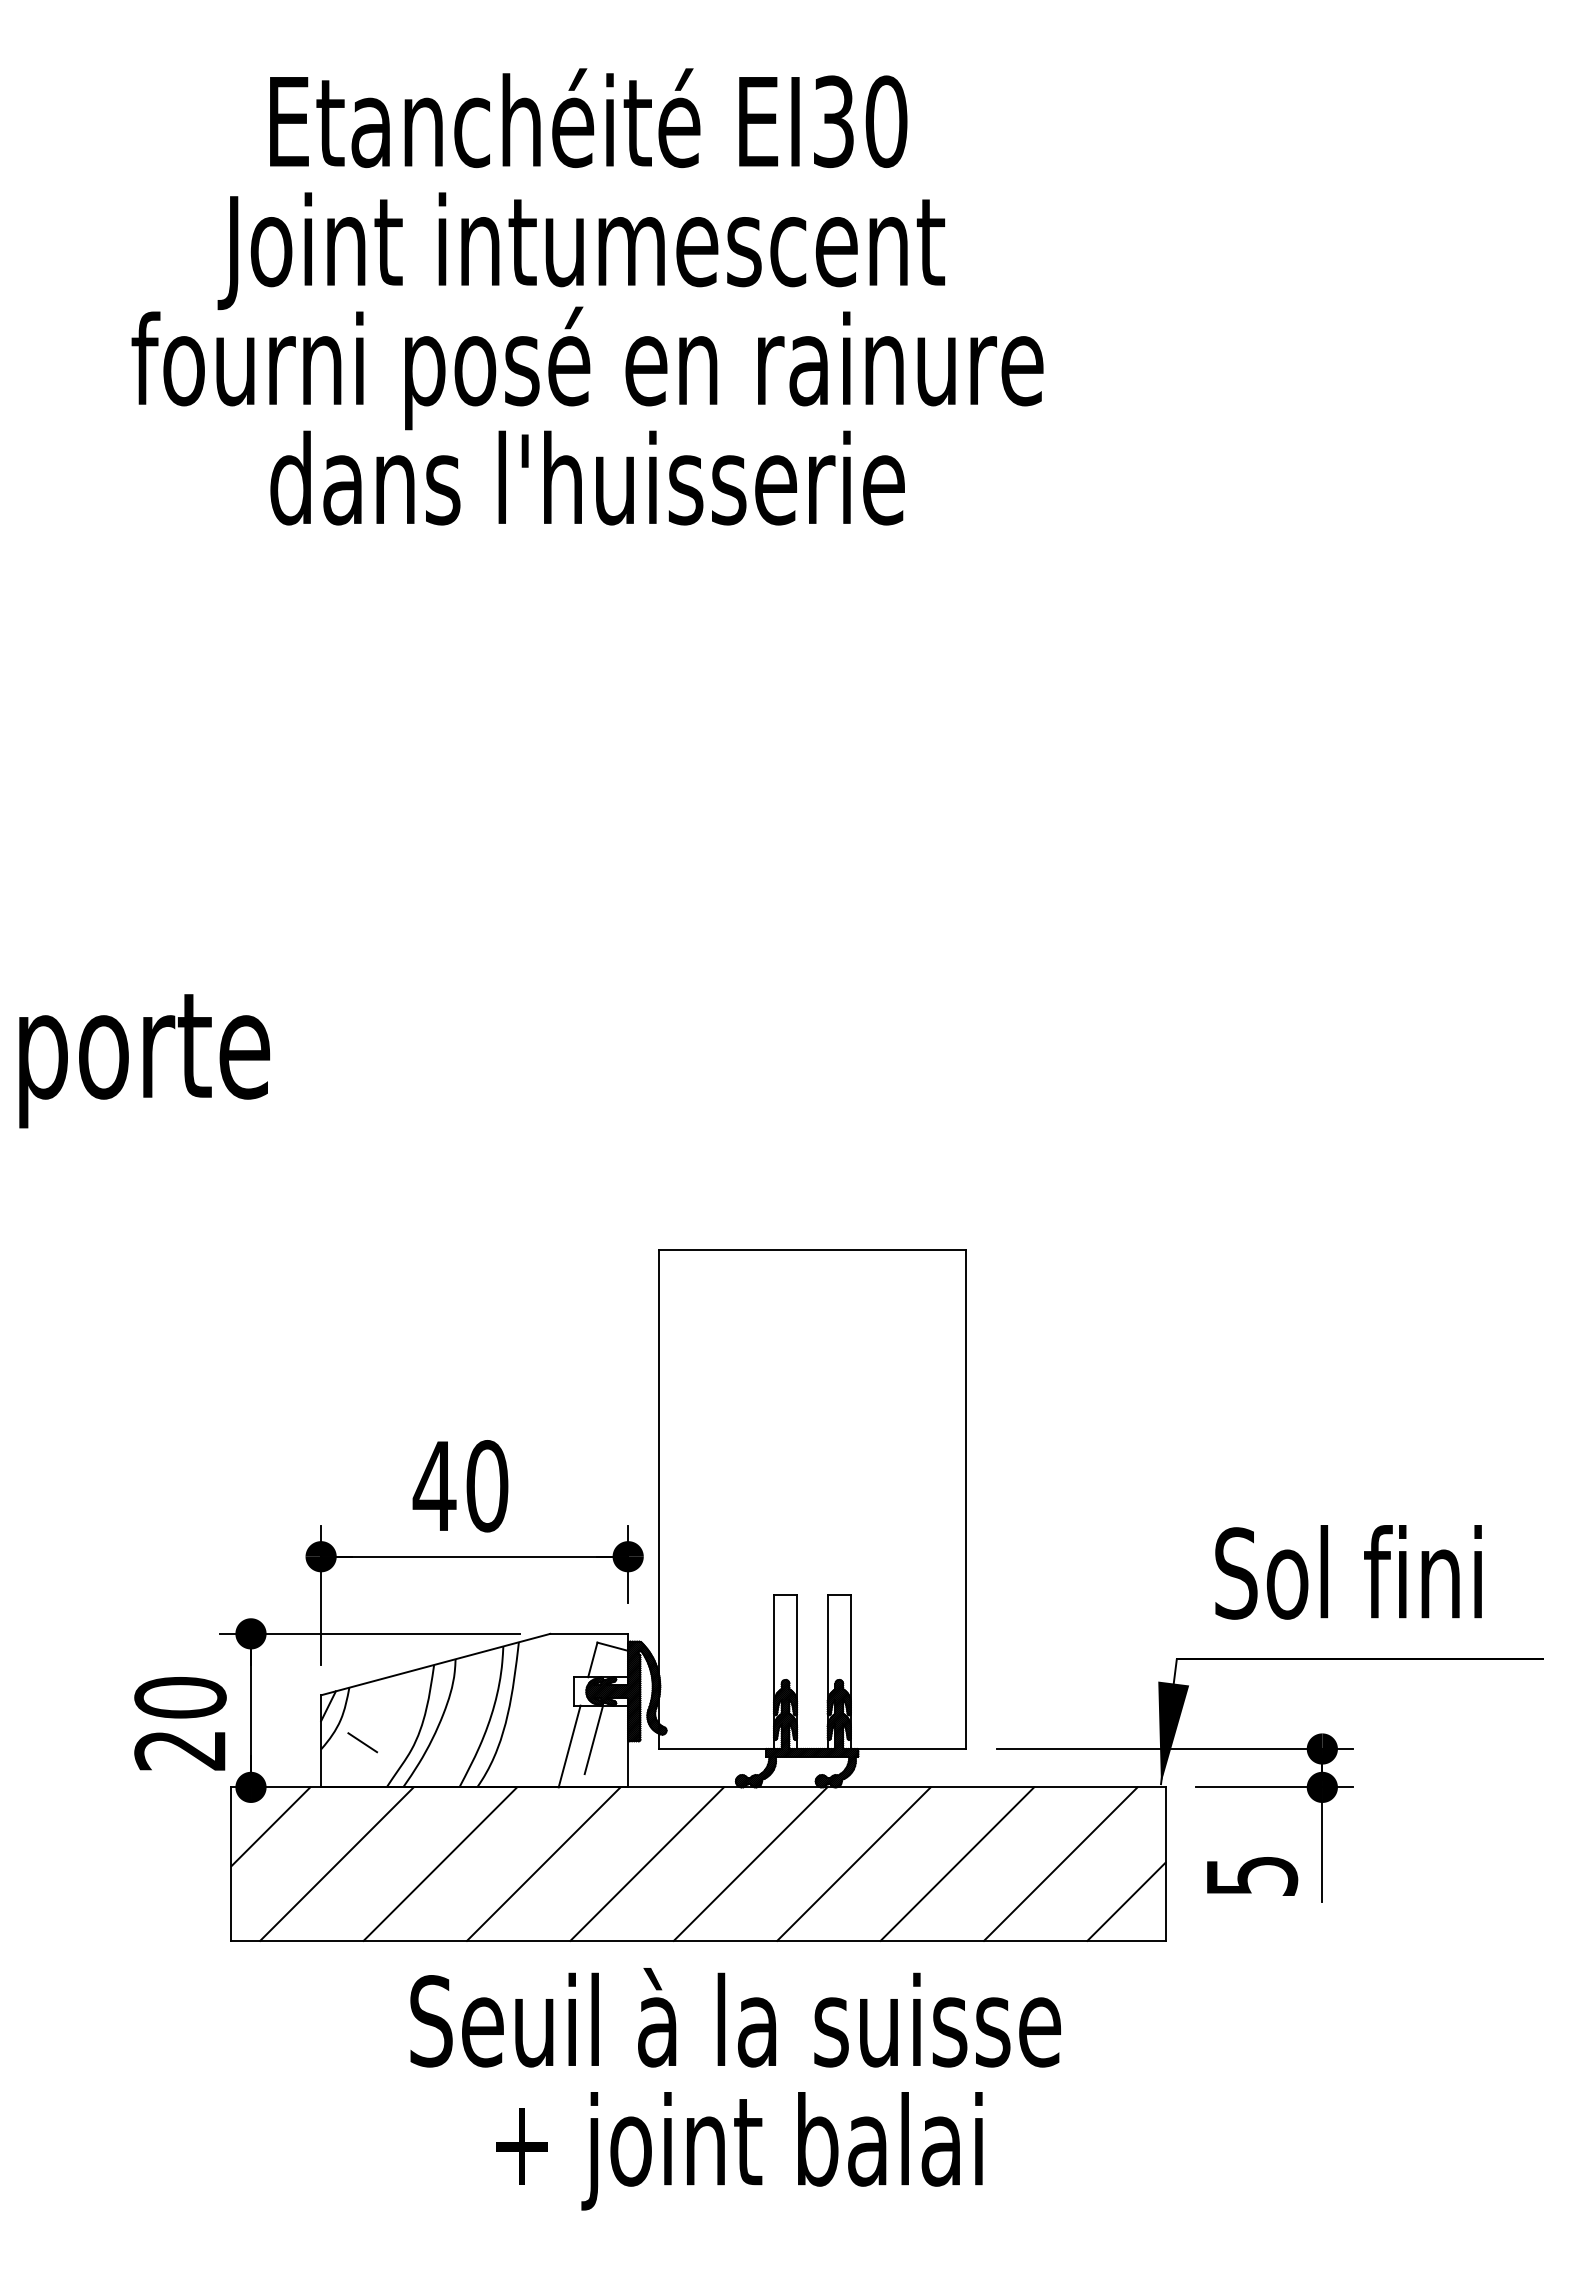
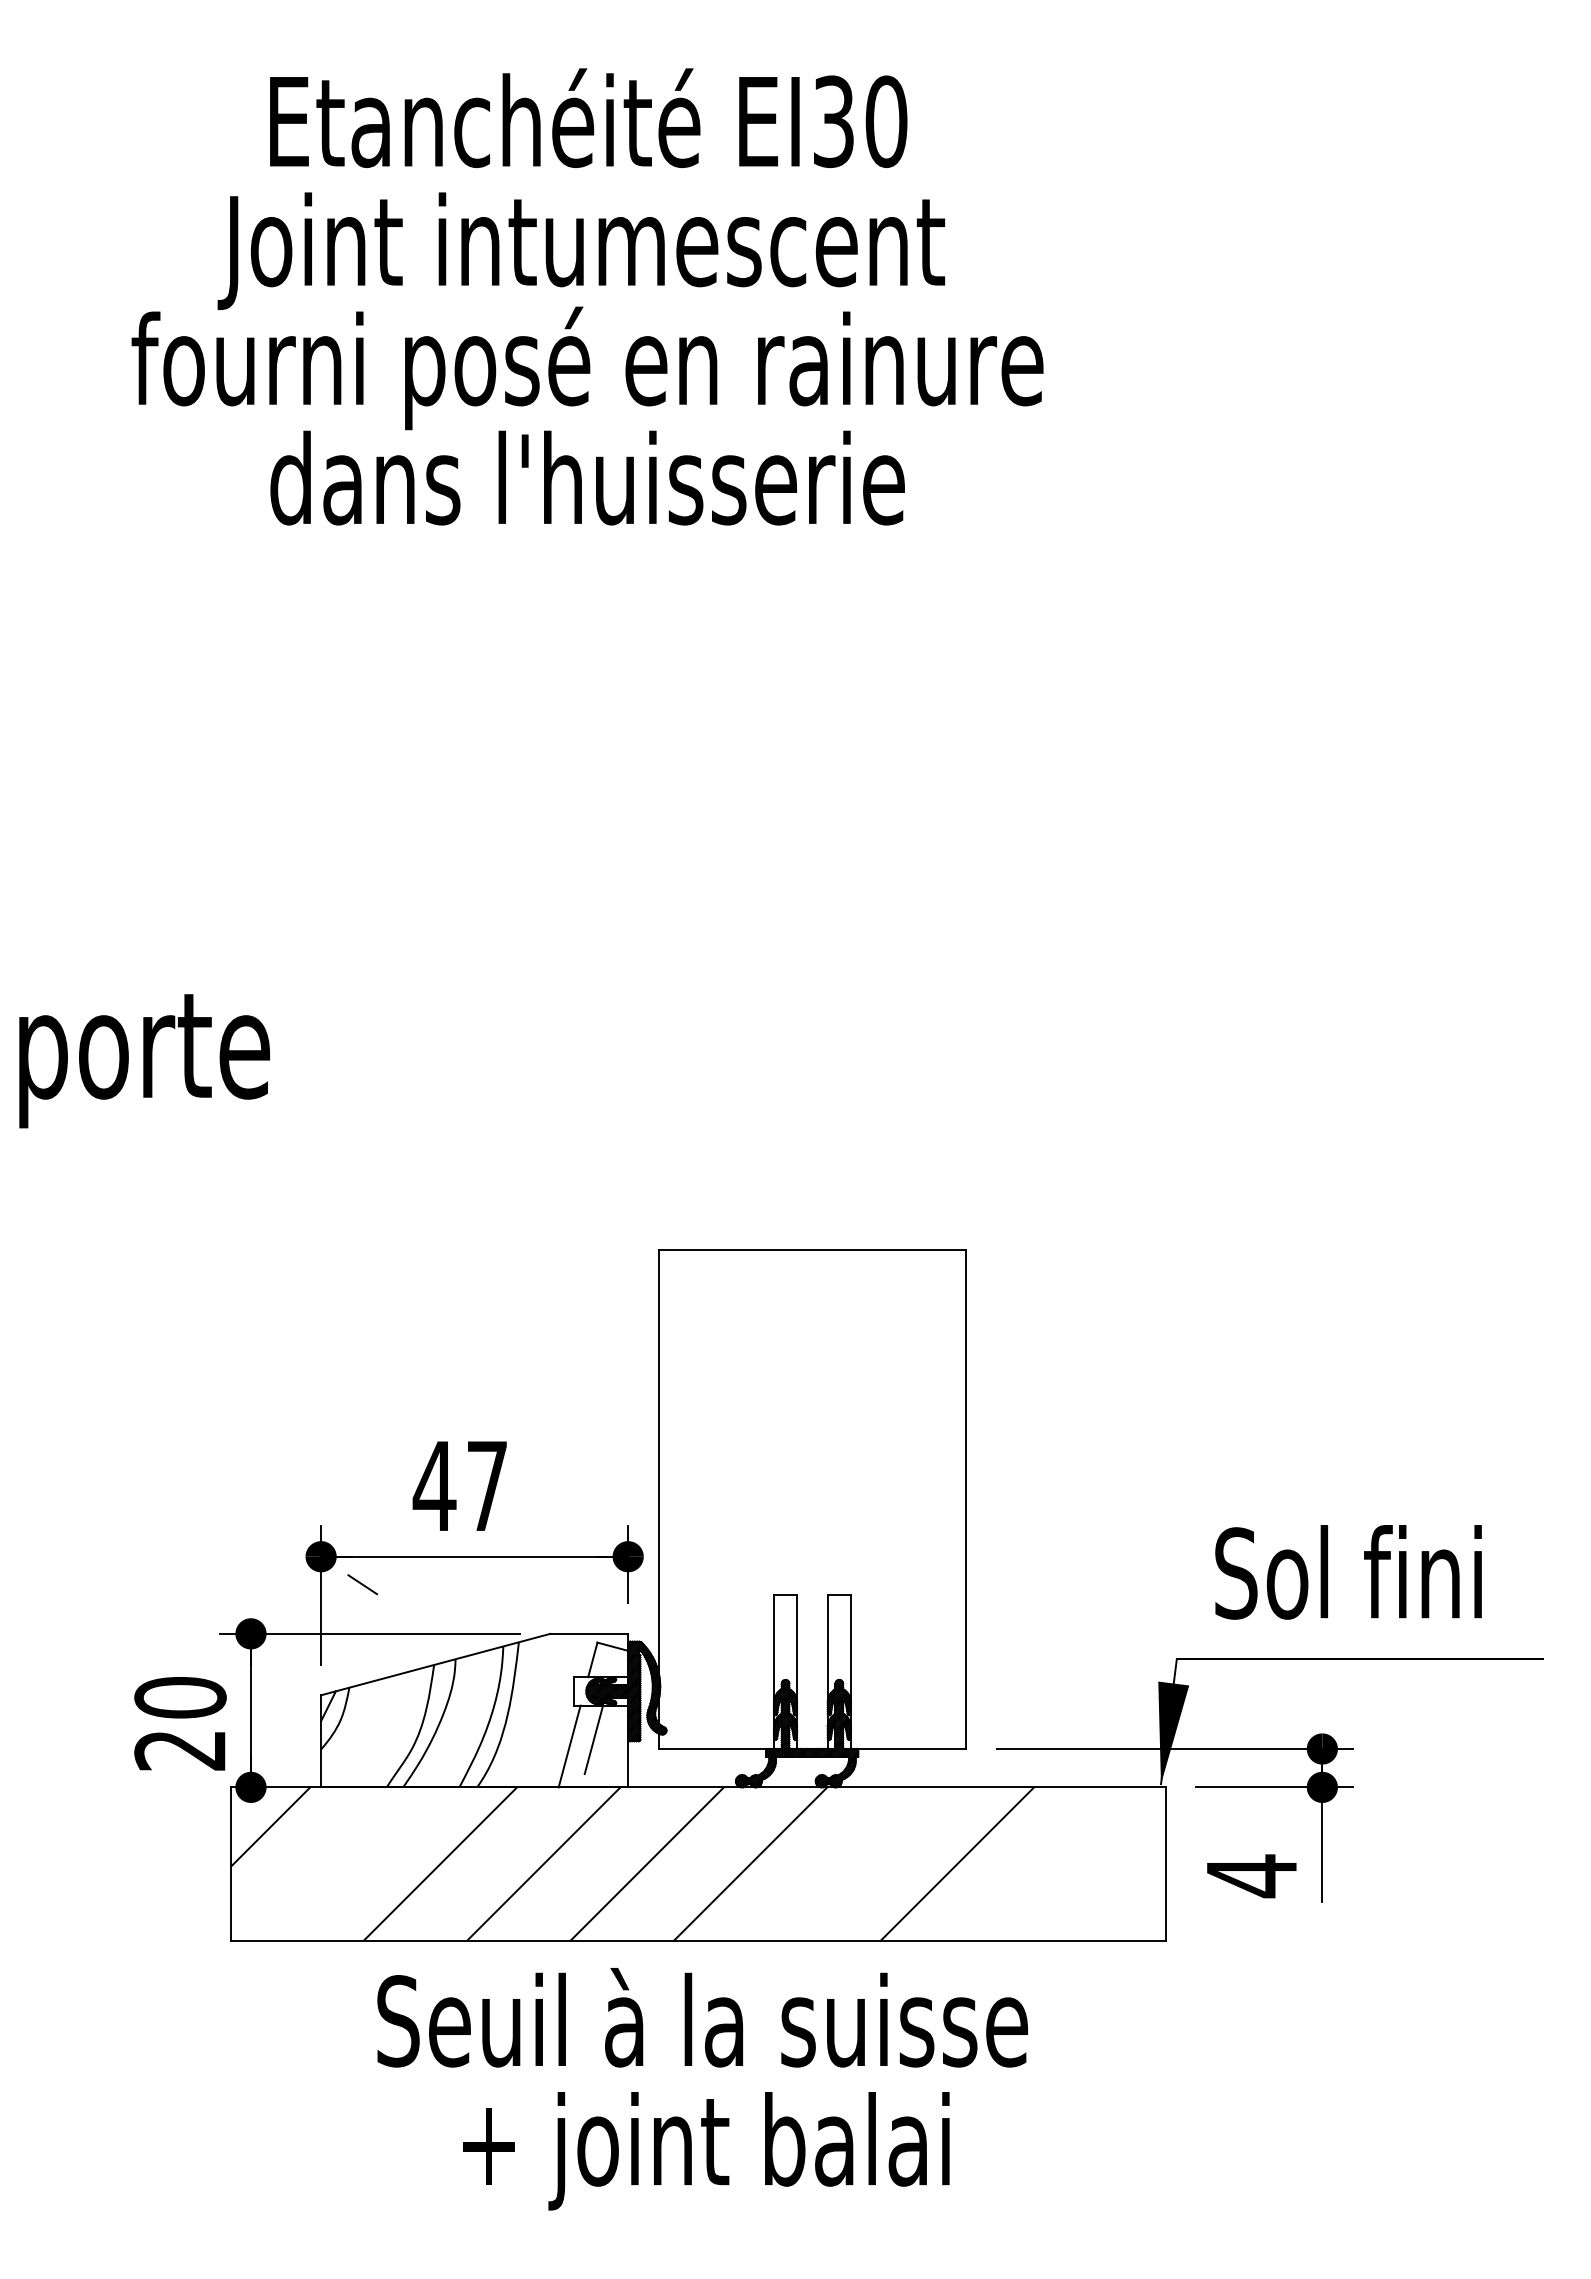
text at (487, 1486): 40 -> 47
line at (362, 1742) position: (362, 1742) -> (362, 1584)
line at (336, 1863): present -> none
line at (853, 1863): present -> none
line at (1060, 1863): present -> none
text at (1252, 1876): 5 -> 4
line at (1126, 1901): present -> none
text at (735, 2089) position: (735, 2089) -> (702, 2089)
